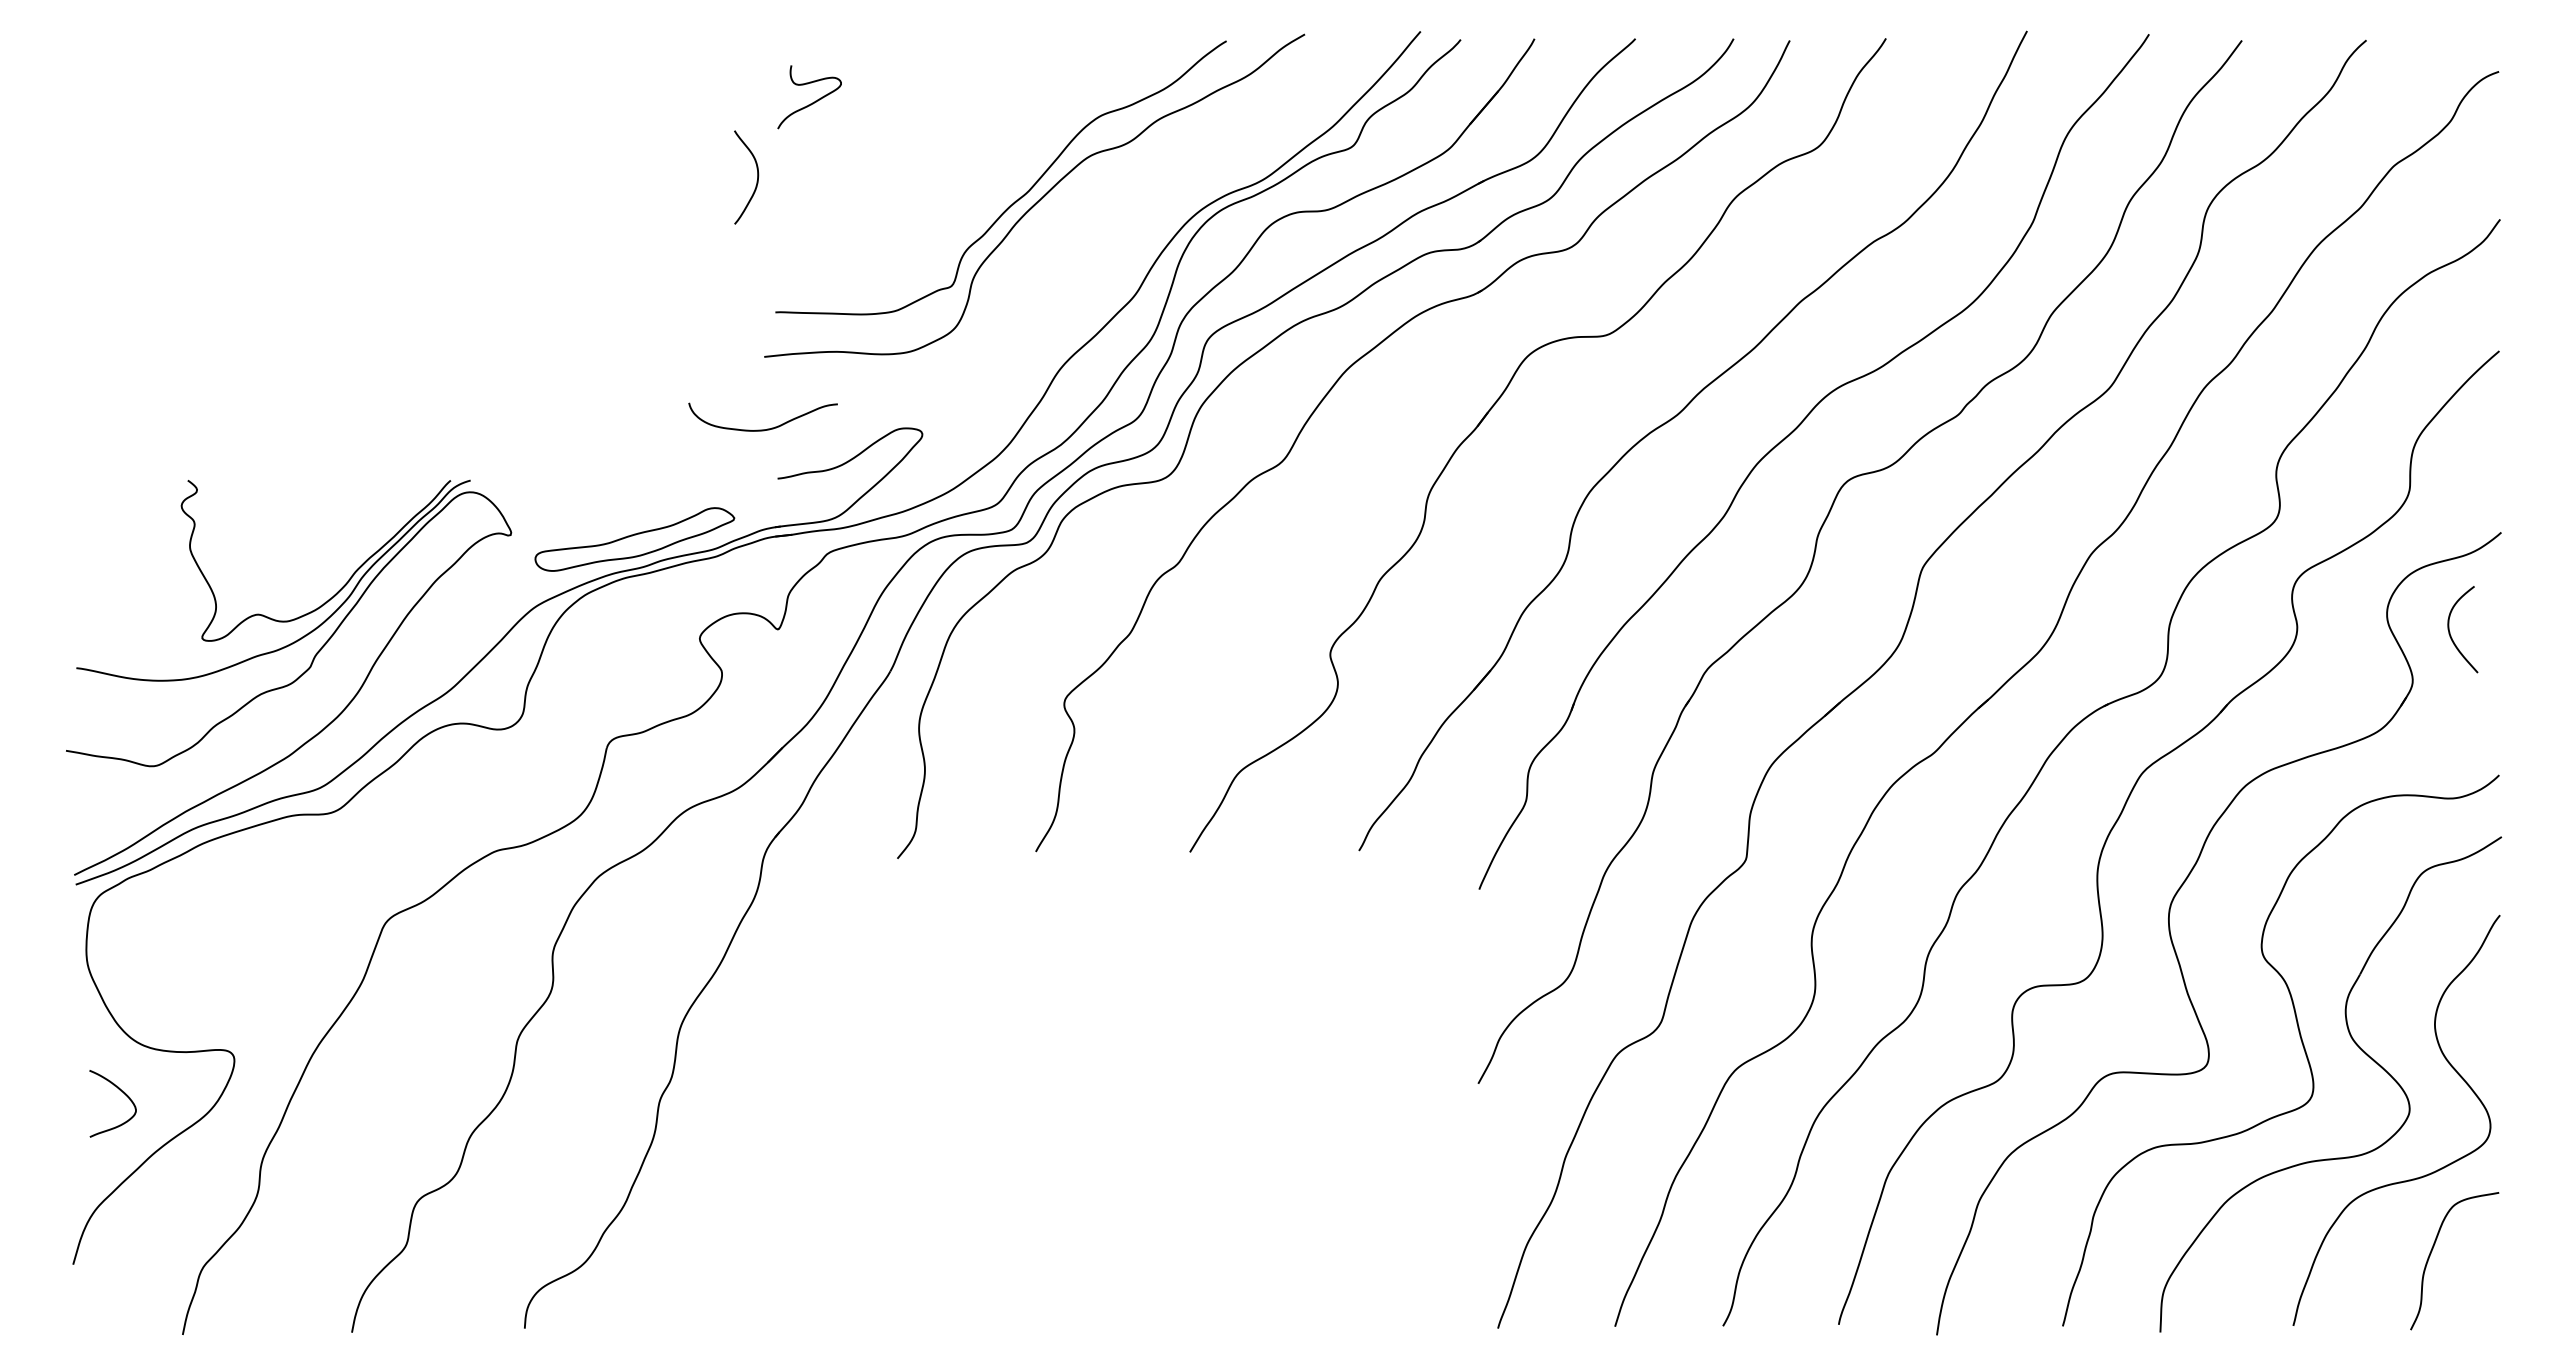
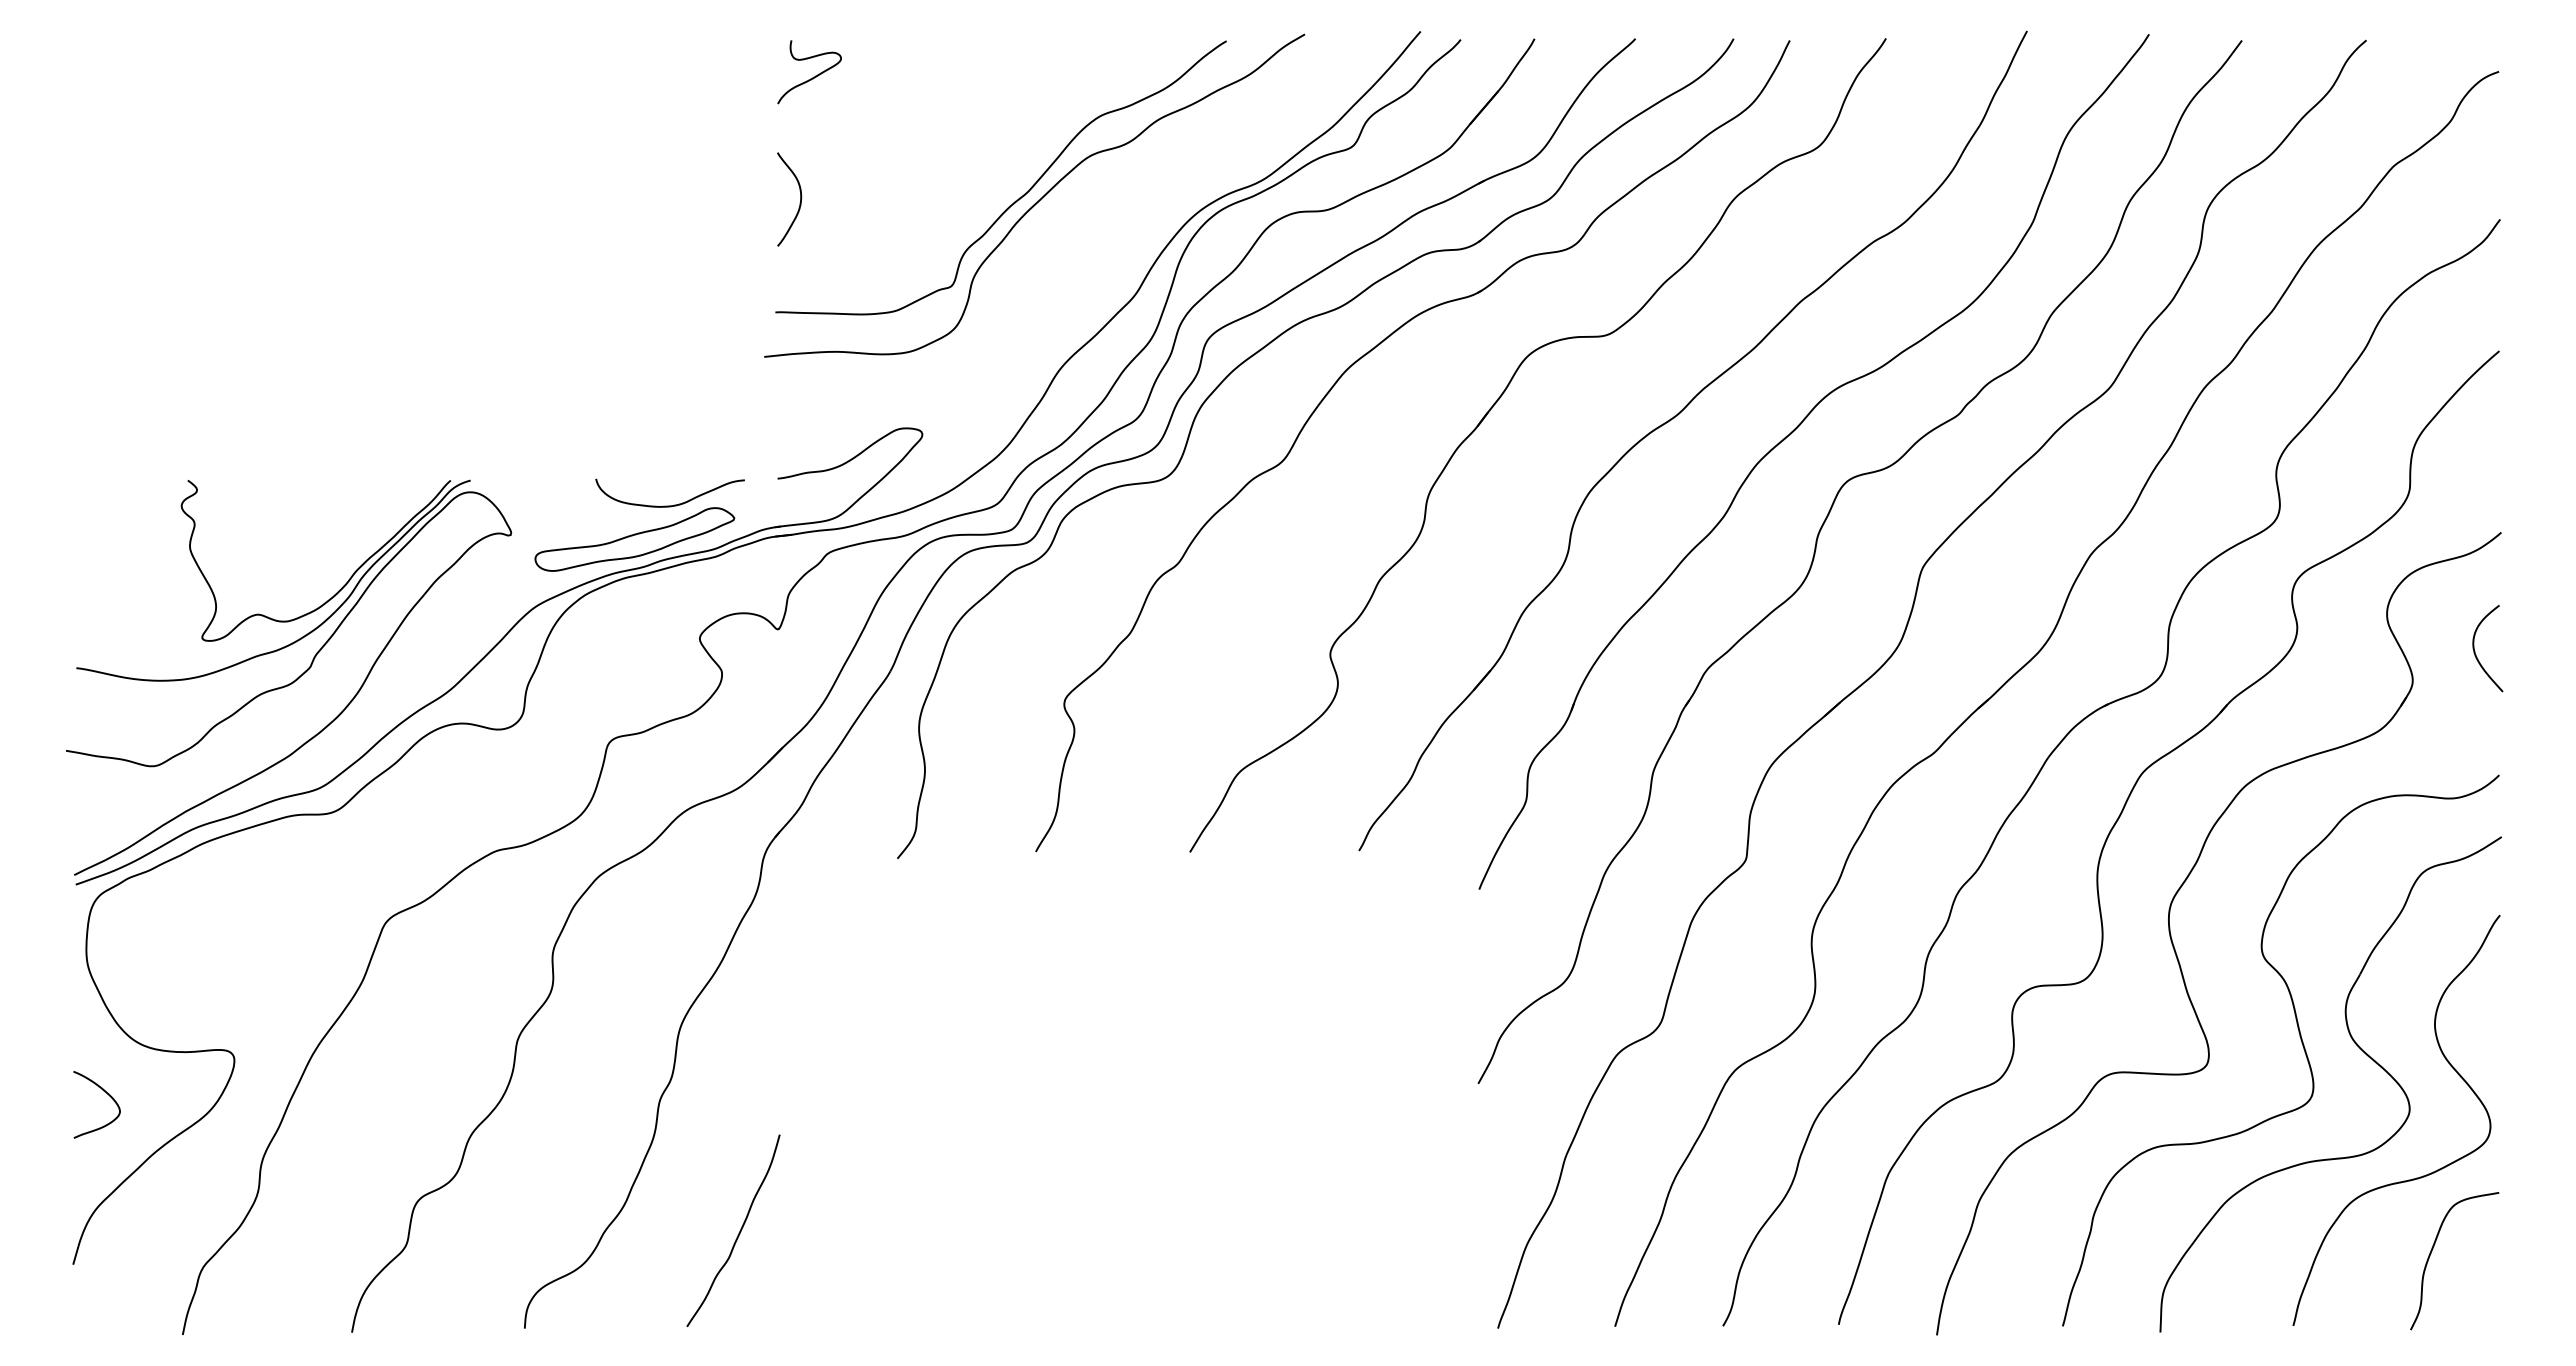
curve at (812, 102) position: (812, 102) -> (812, 77)
curve at (756, 181) position: (756, 181) -> (799, 203)
curve at (767, 428) position: (767, 428) -> (674, 504)
curve at (2450, 632) position: (2450, 632) -> (2475, 651)
curve at (120, 1091) position: (120, 1091) -> (104, 1092)
curve at (738, 1233): none -> present
